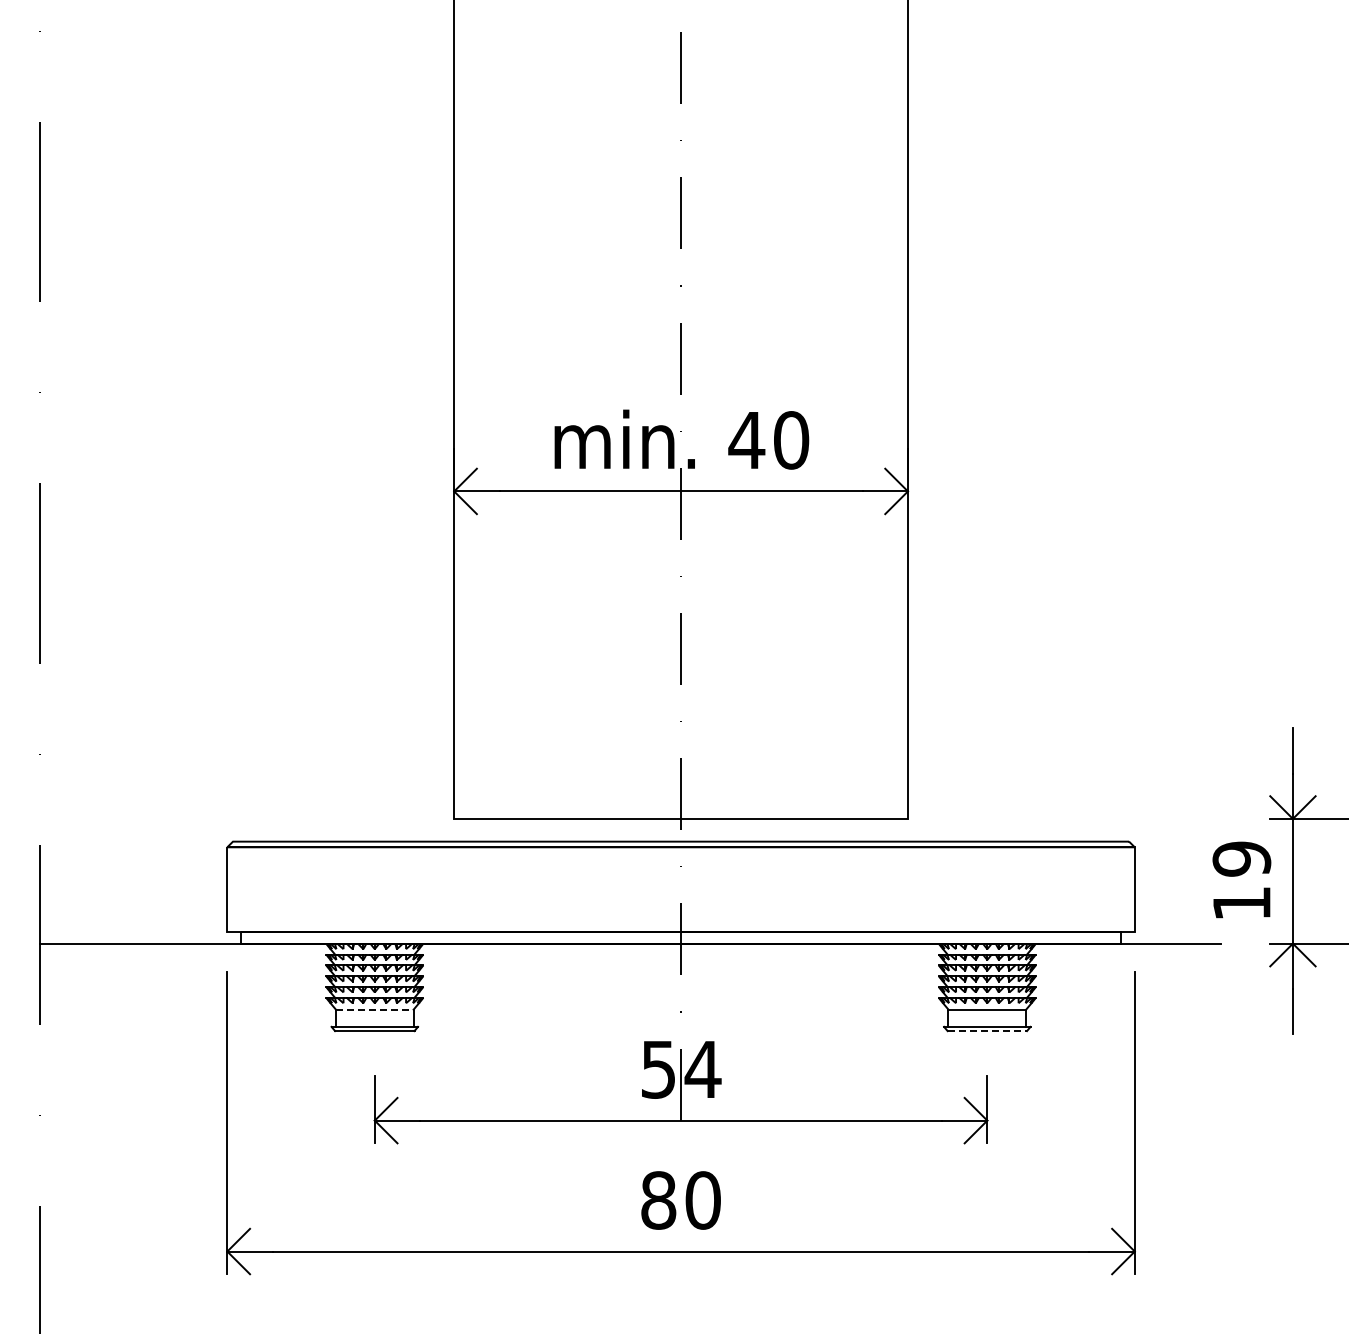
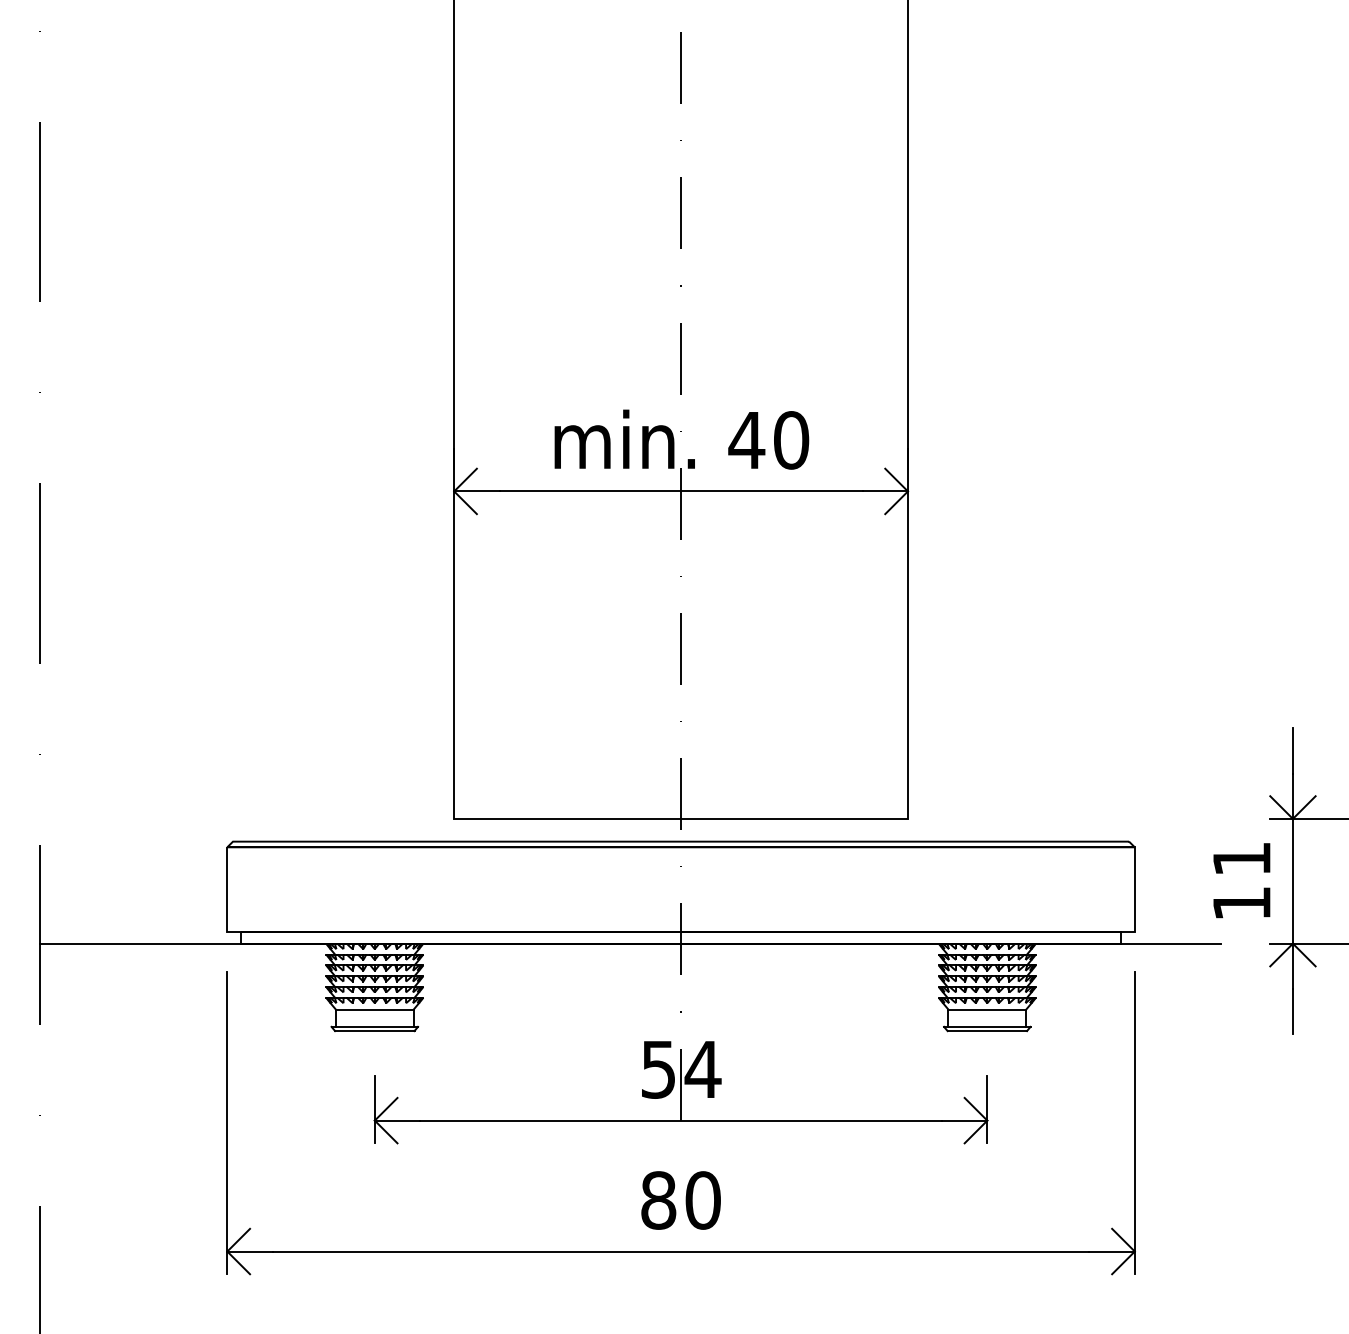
text at (1241, 858): 19 -> 11
line at (374, 1009): dashed -> solid
line at (987, 1031): dashed -> solid
